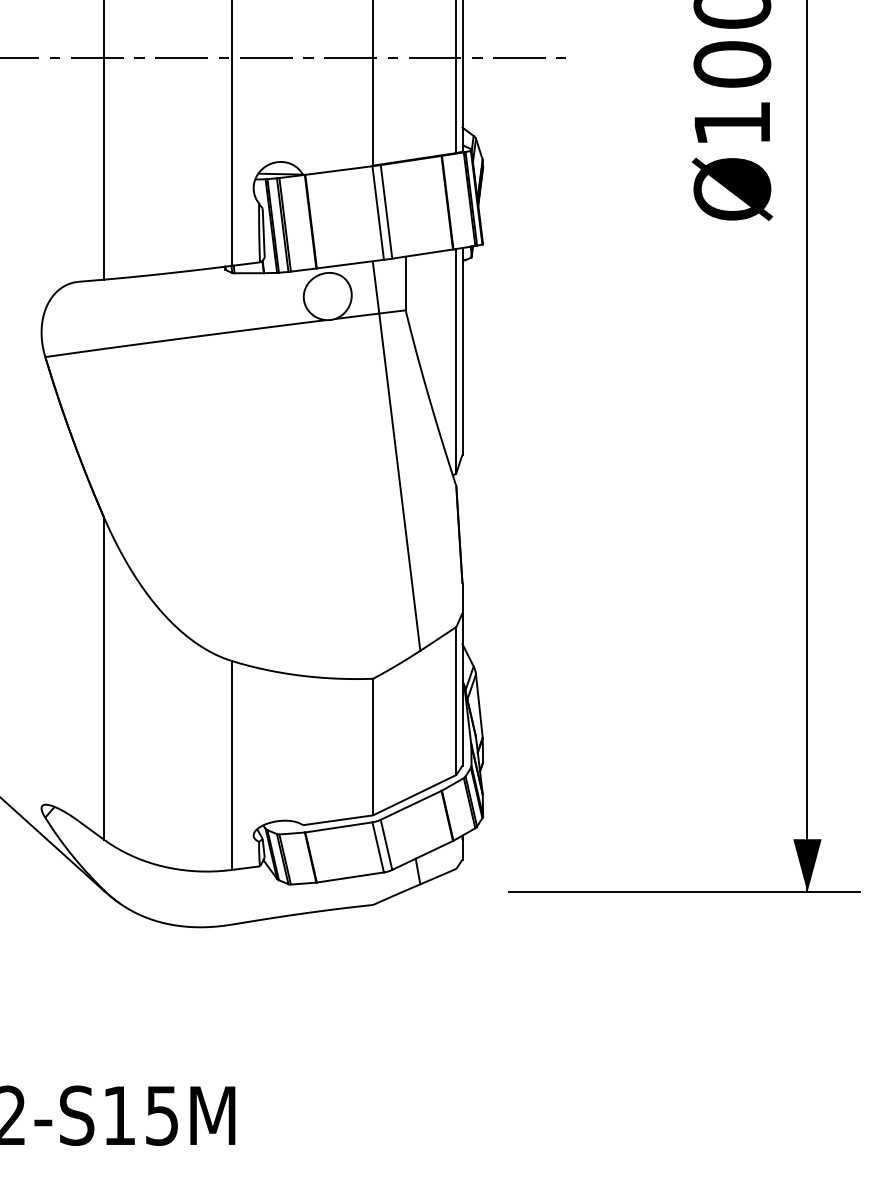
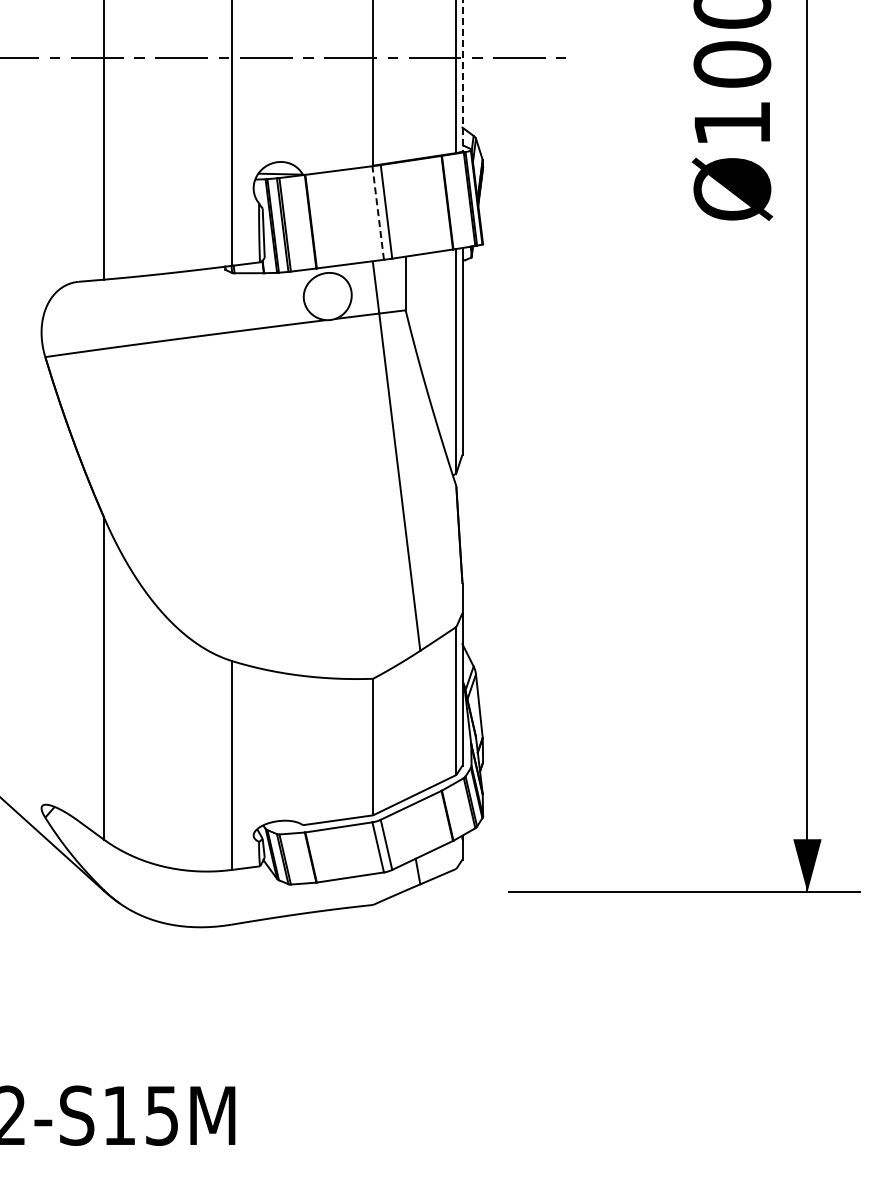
line at (462, 75): solid -> dashed
line at (378, 212): solid -> dashed
